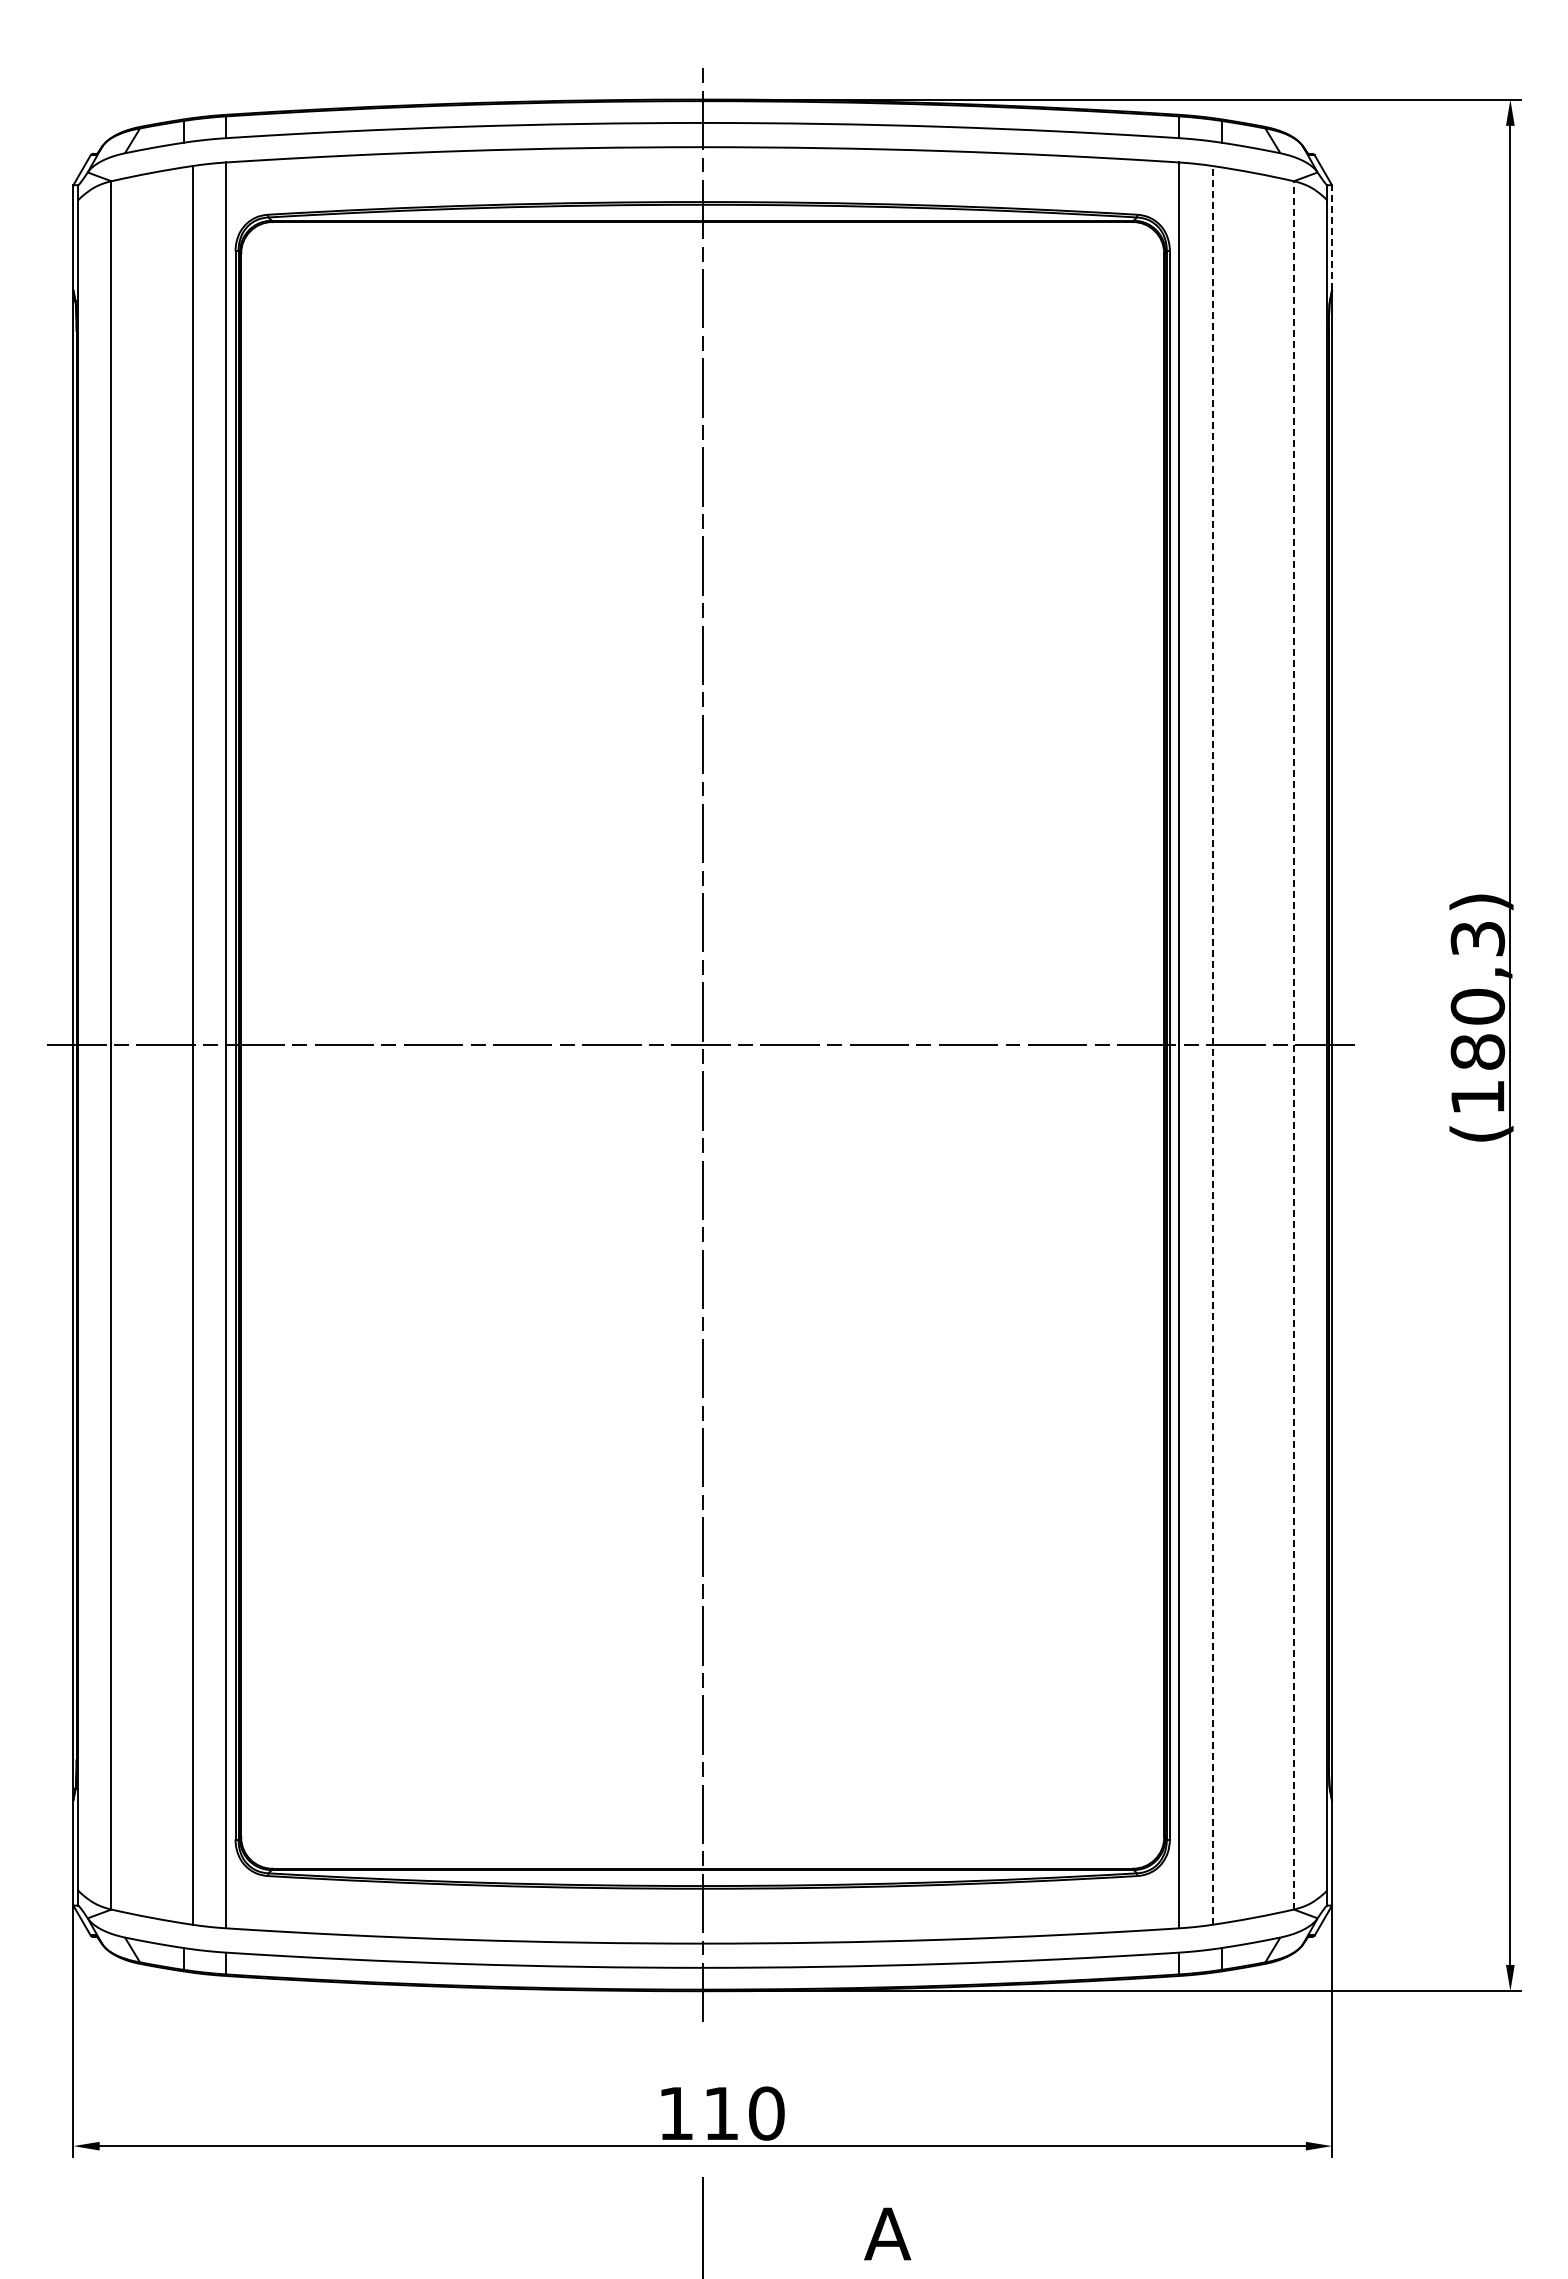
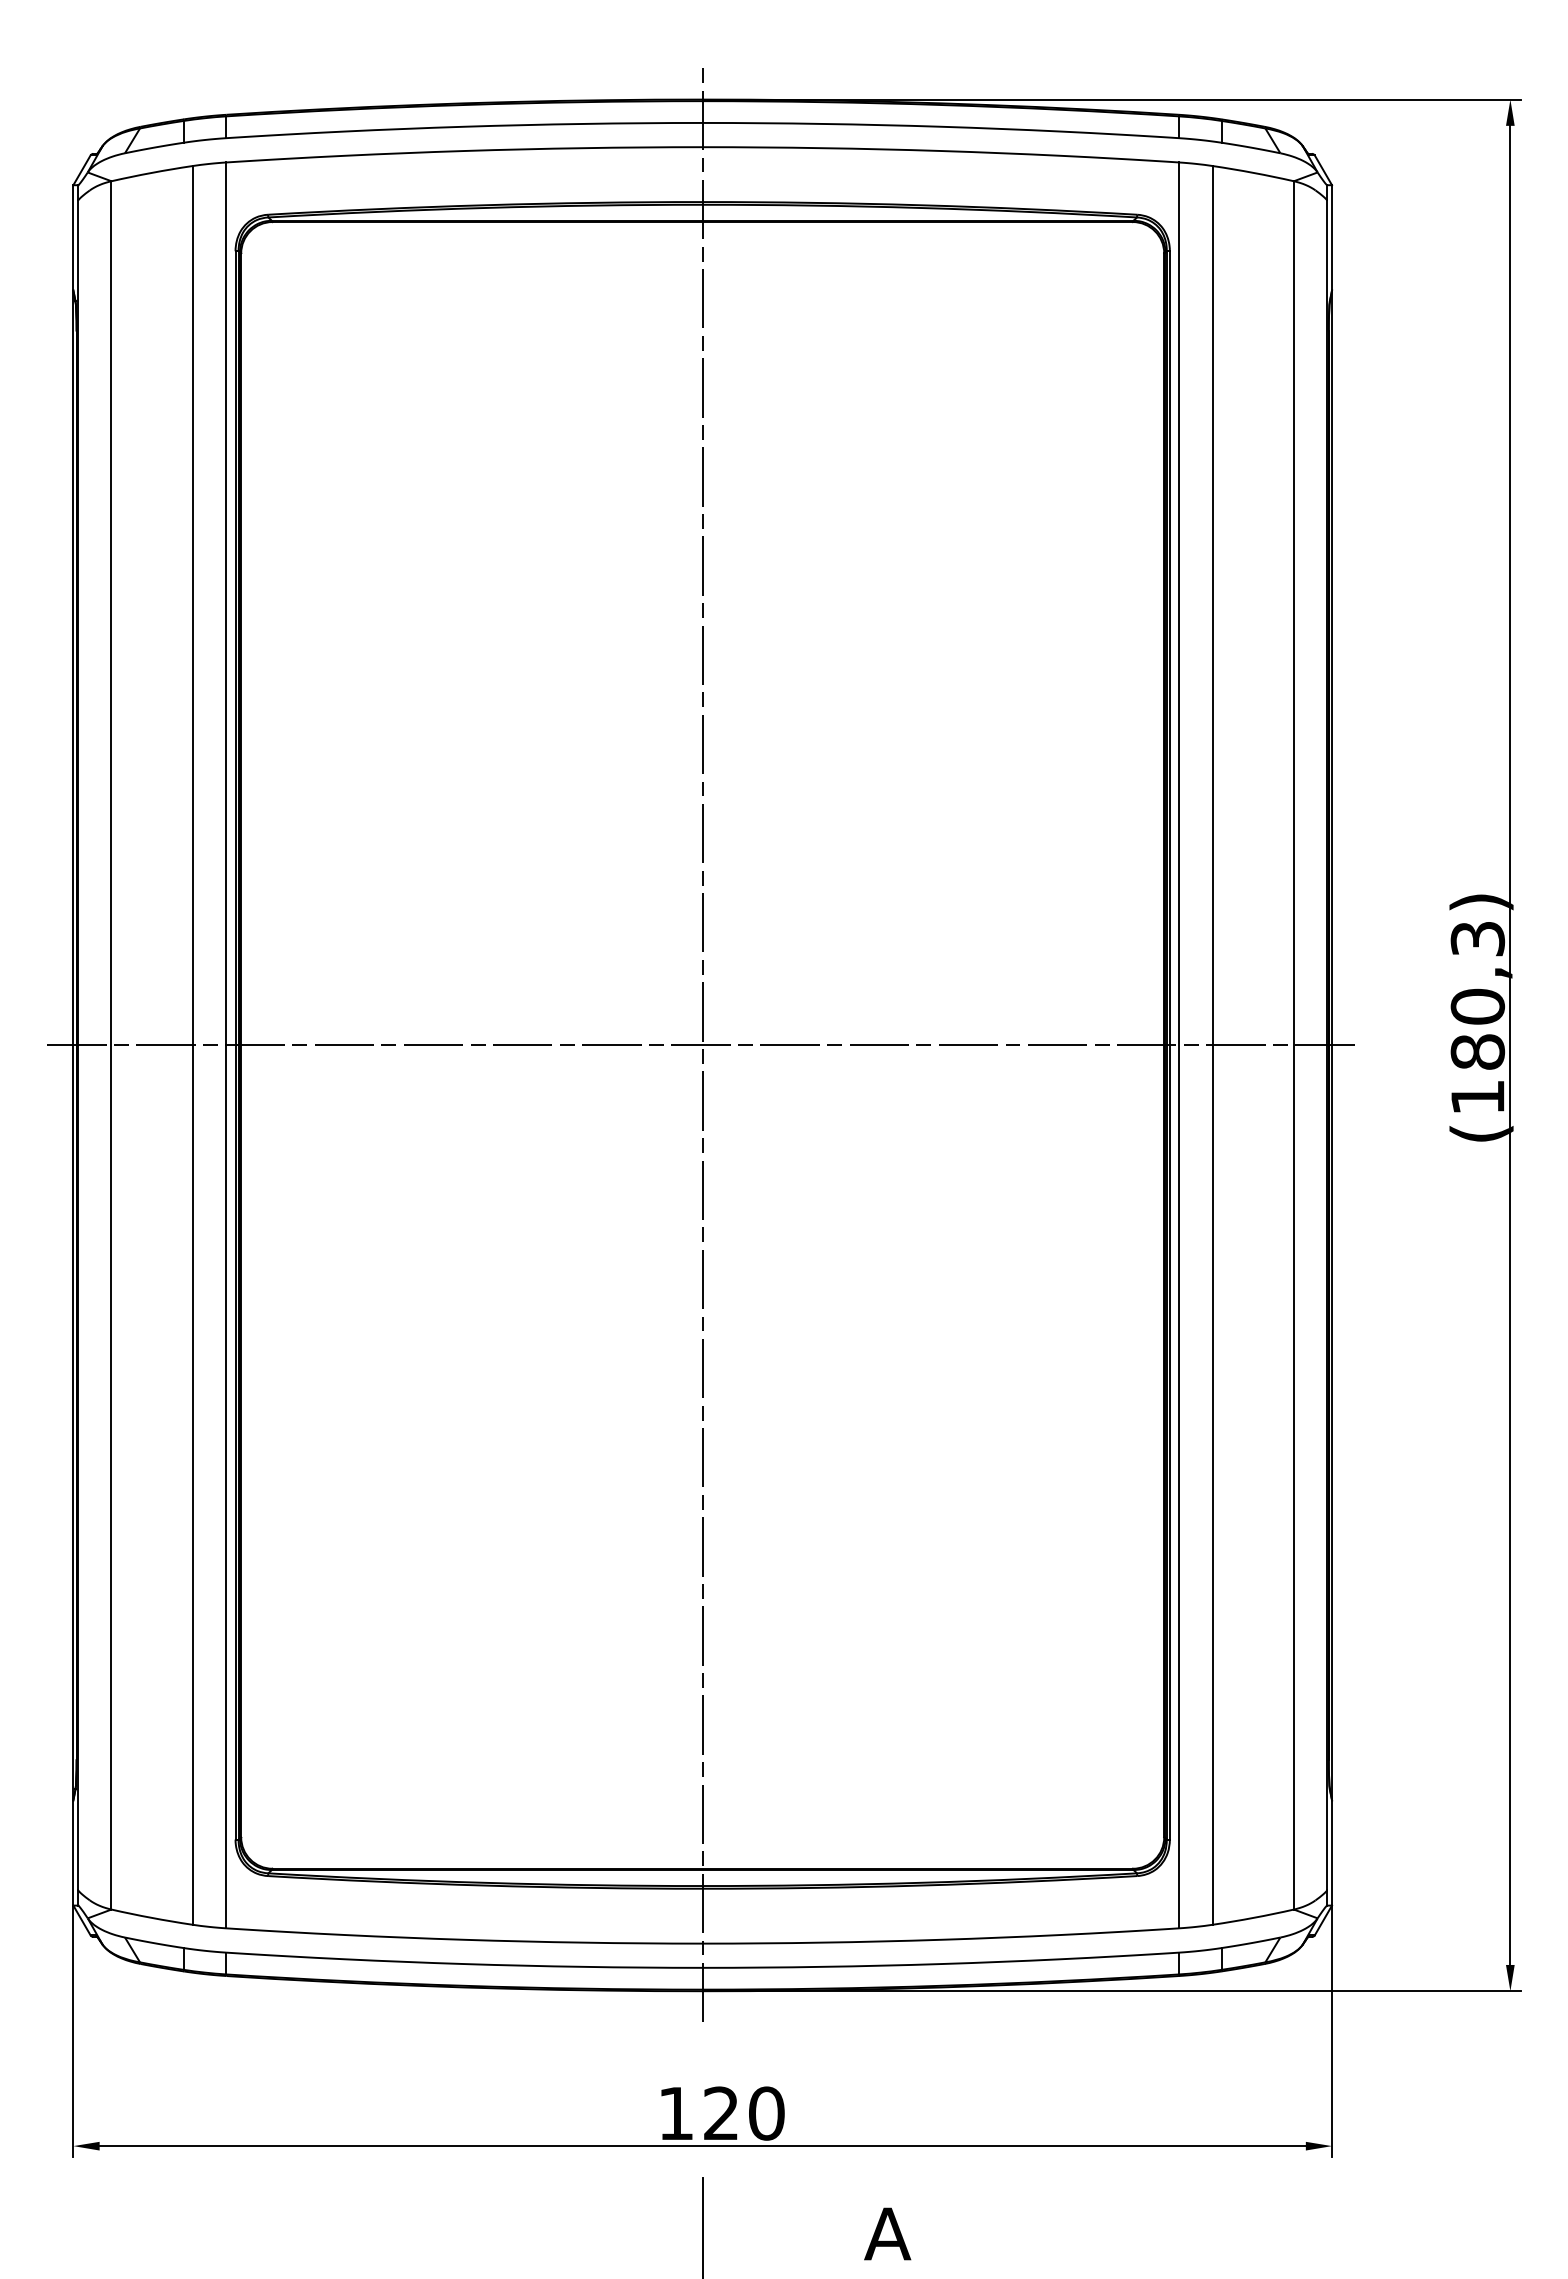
line at (1332, 237): dashed -> solid
line at (1212, 1044): dashed -> solid
line at (1293, 1044): dashed -> solid
text at (720, 2112): 110 -> 120
